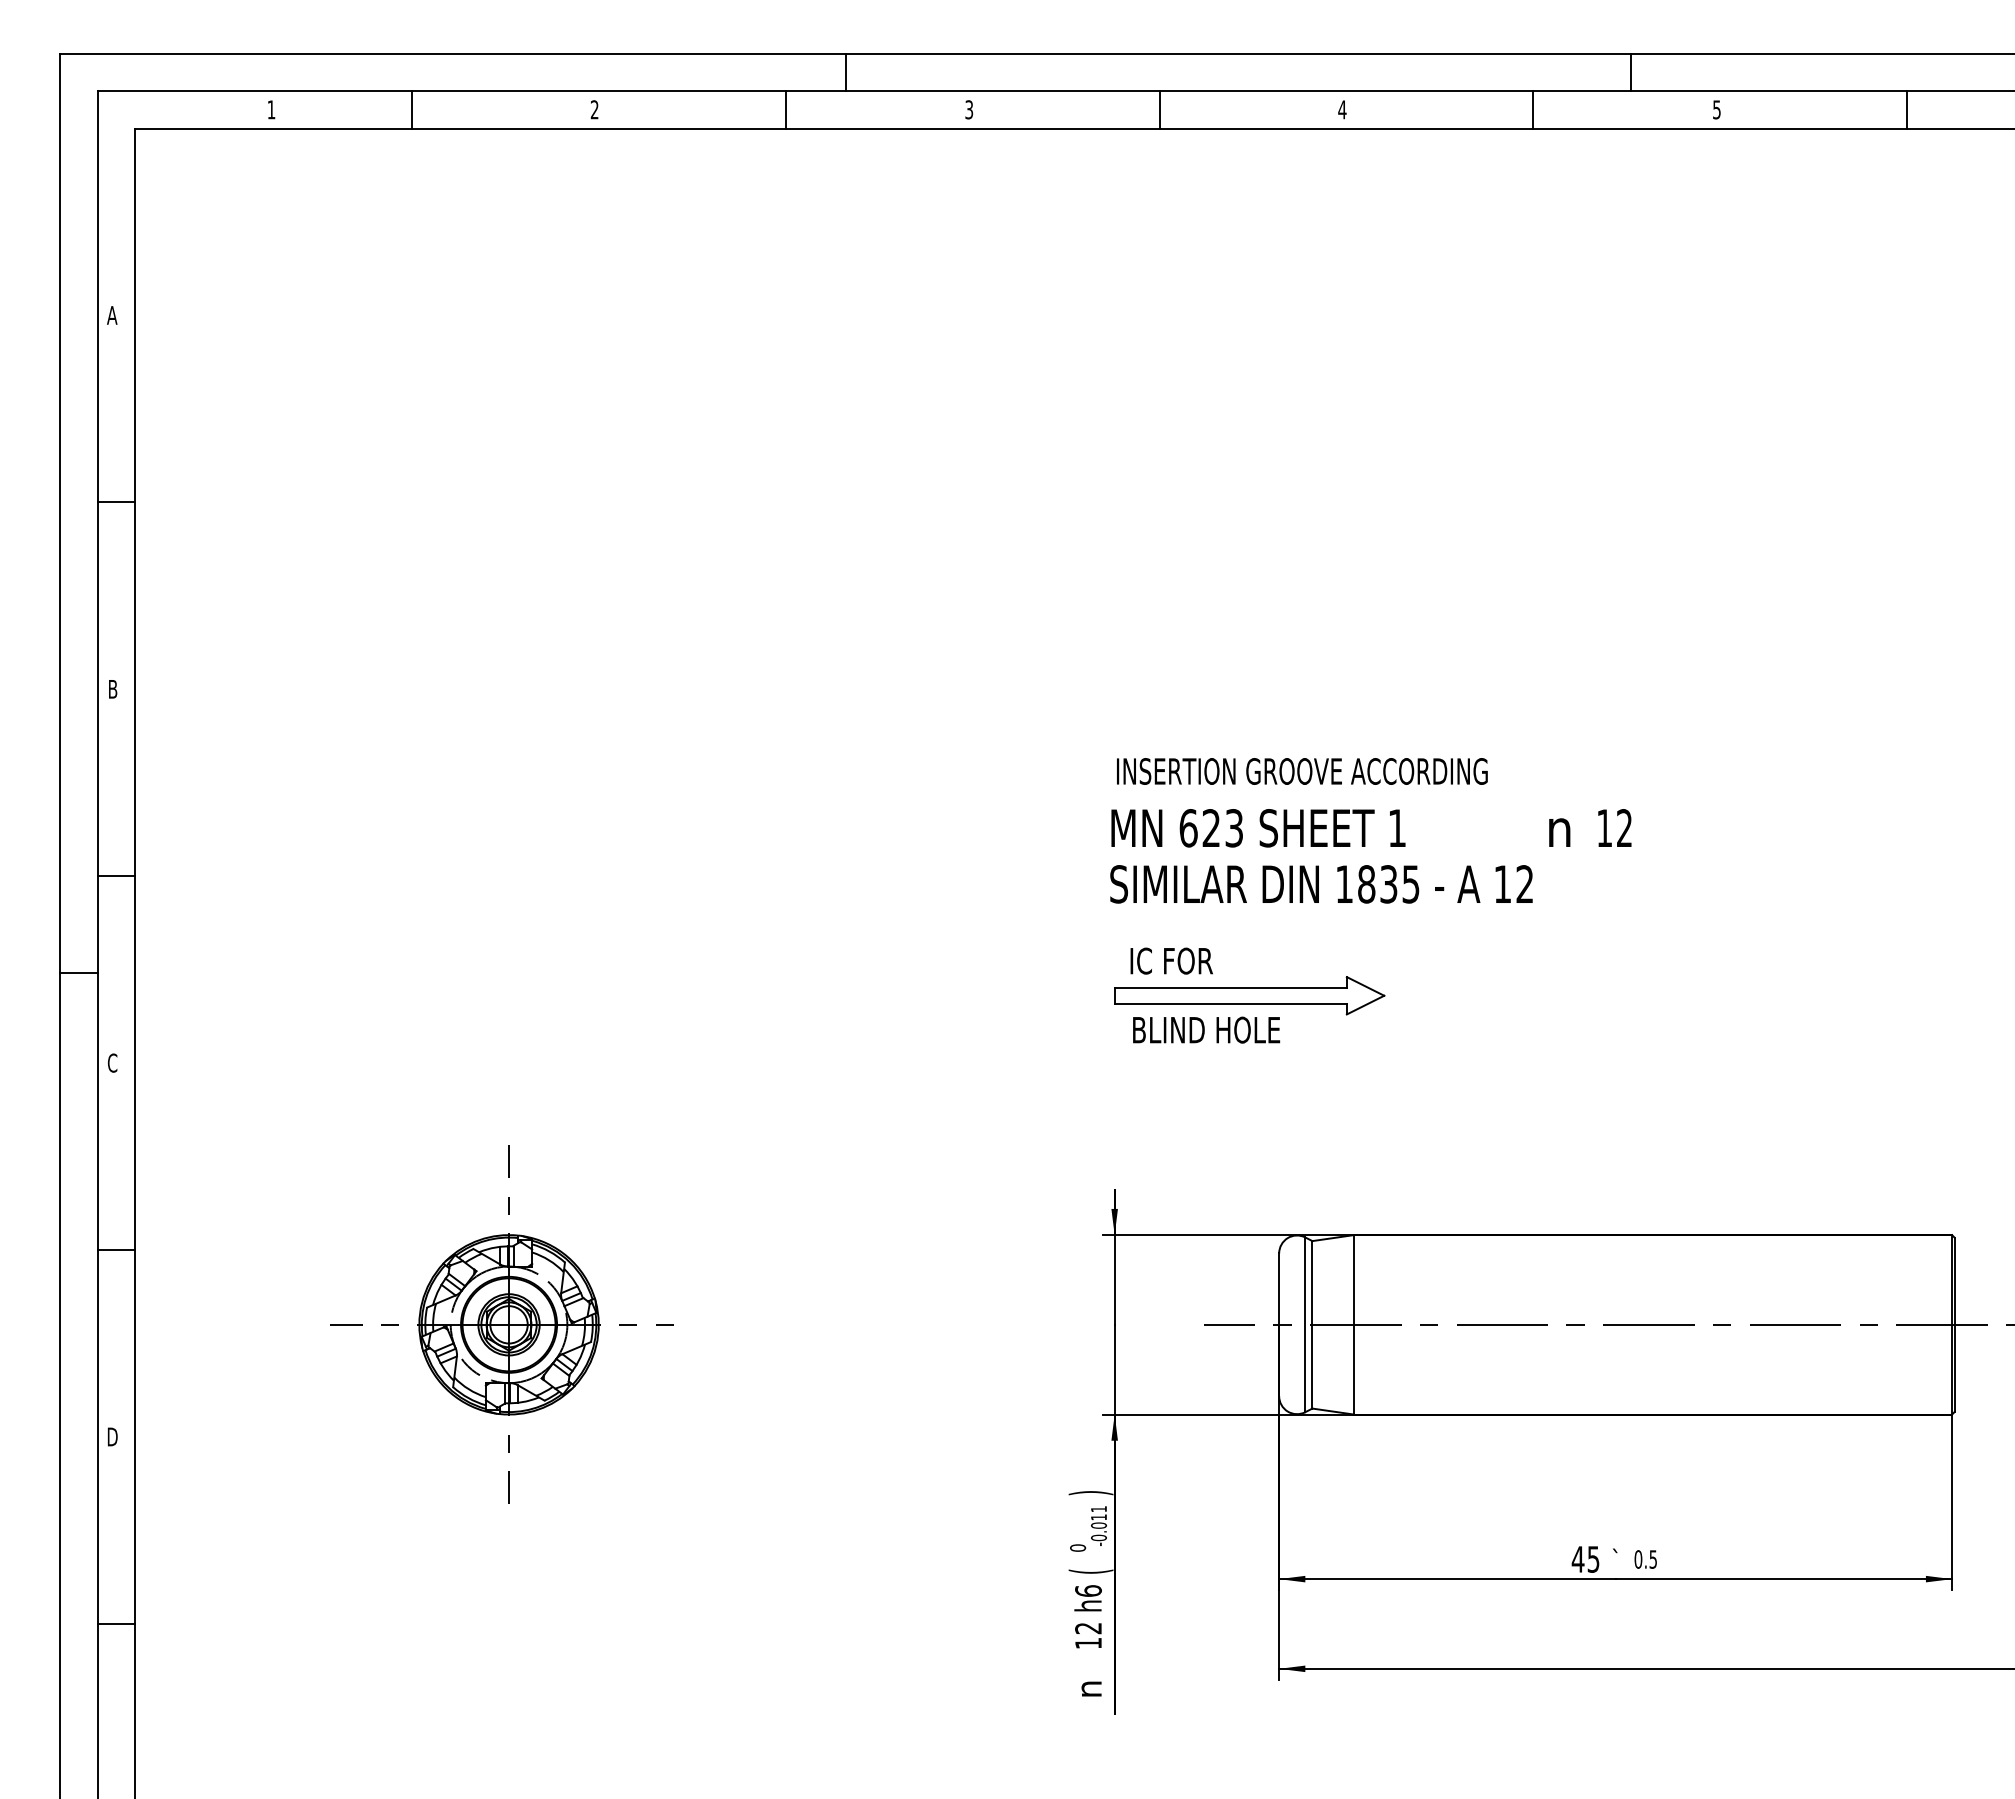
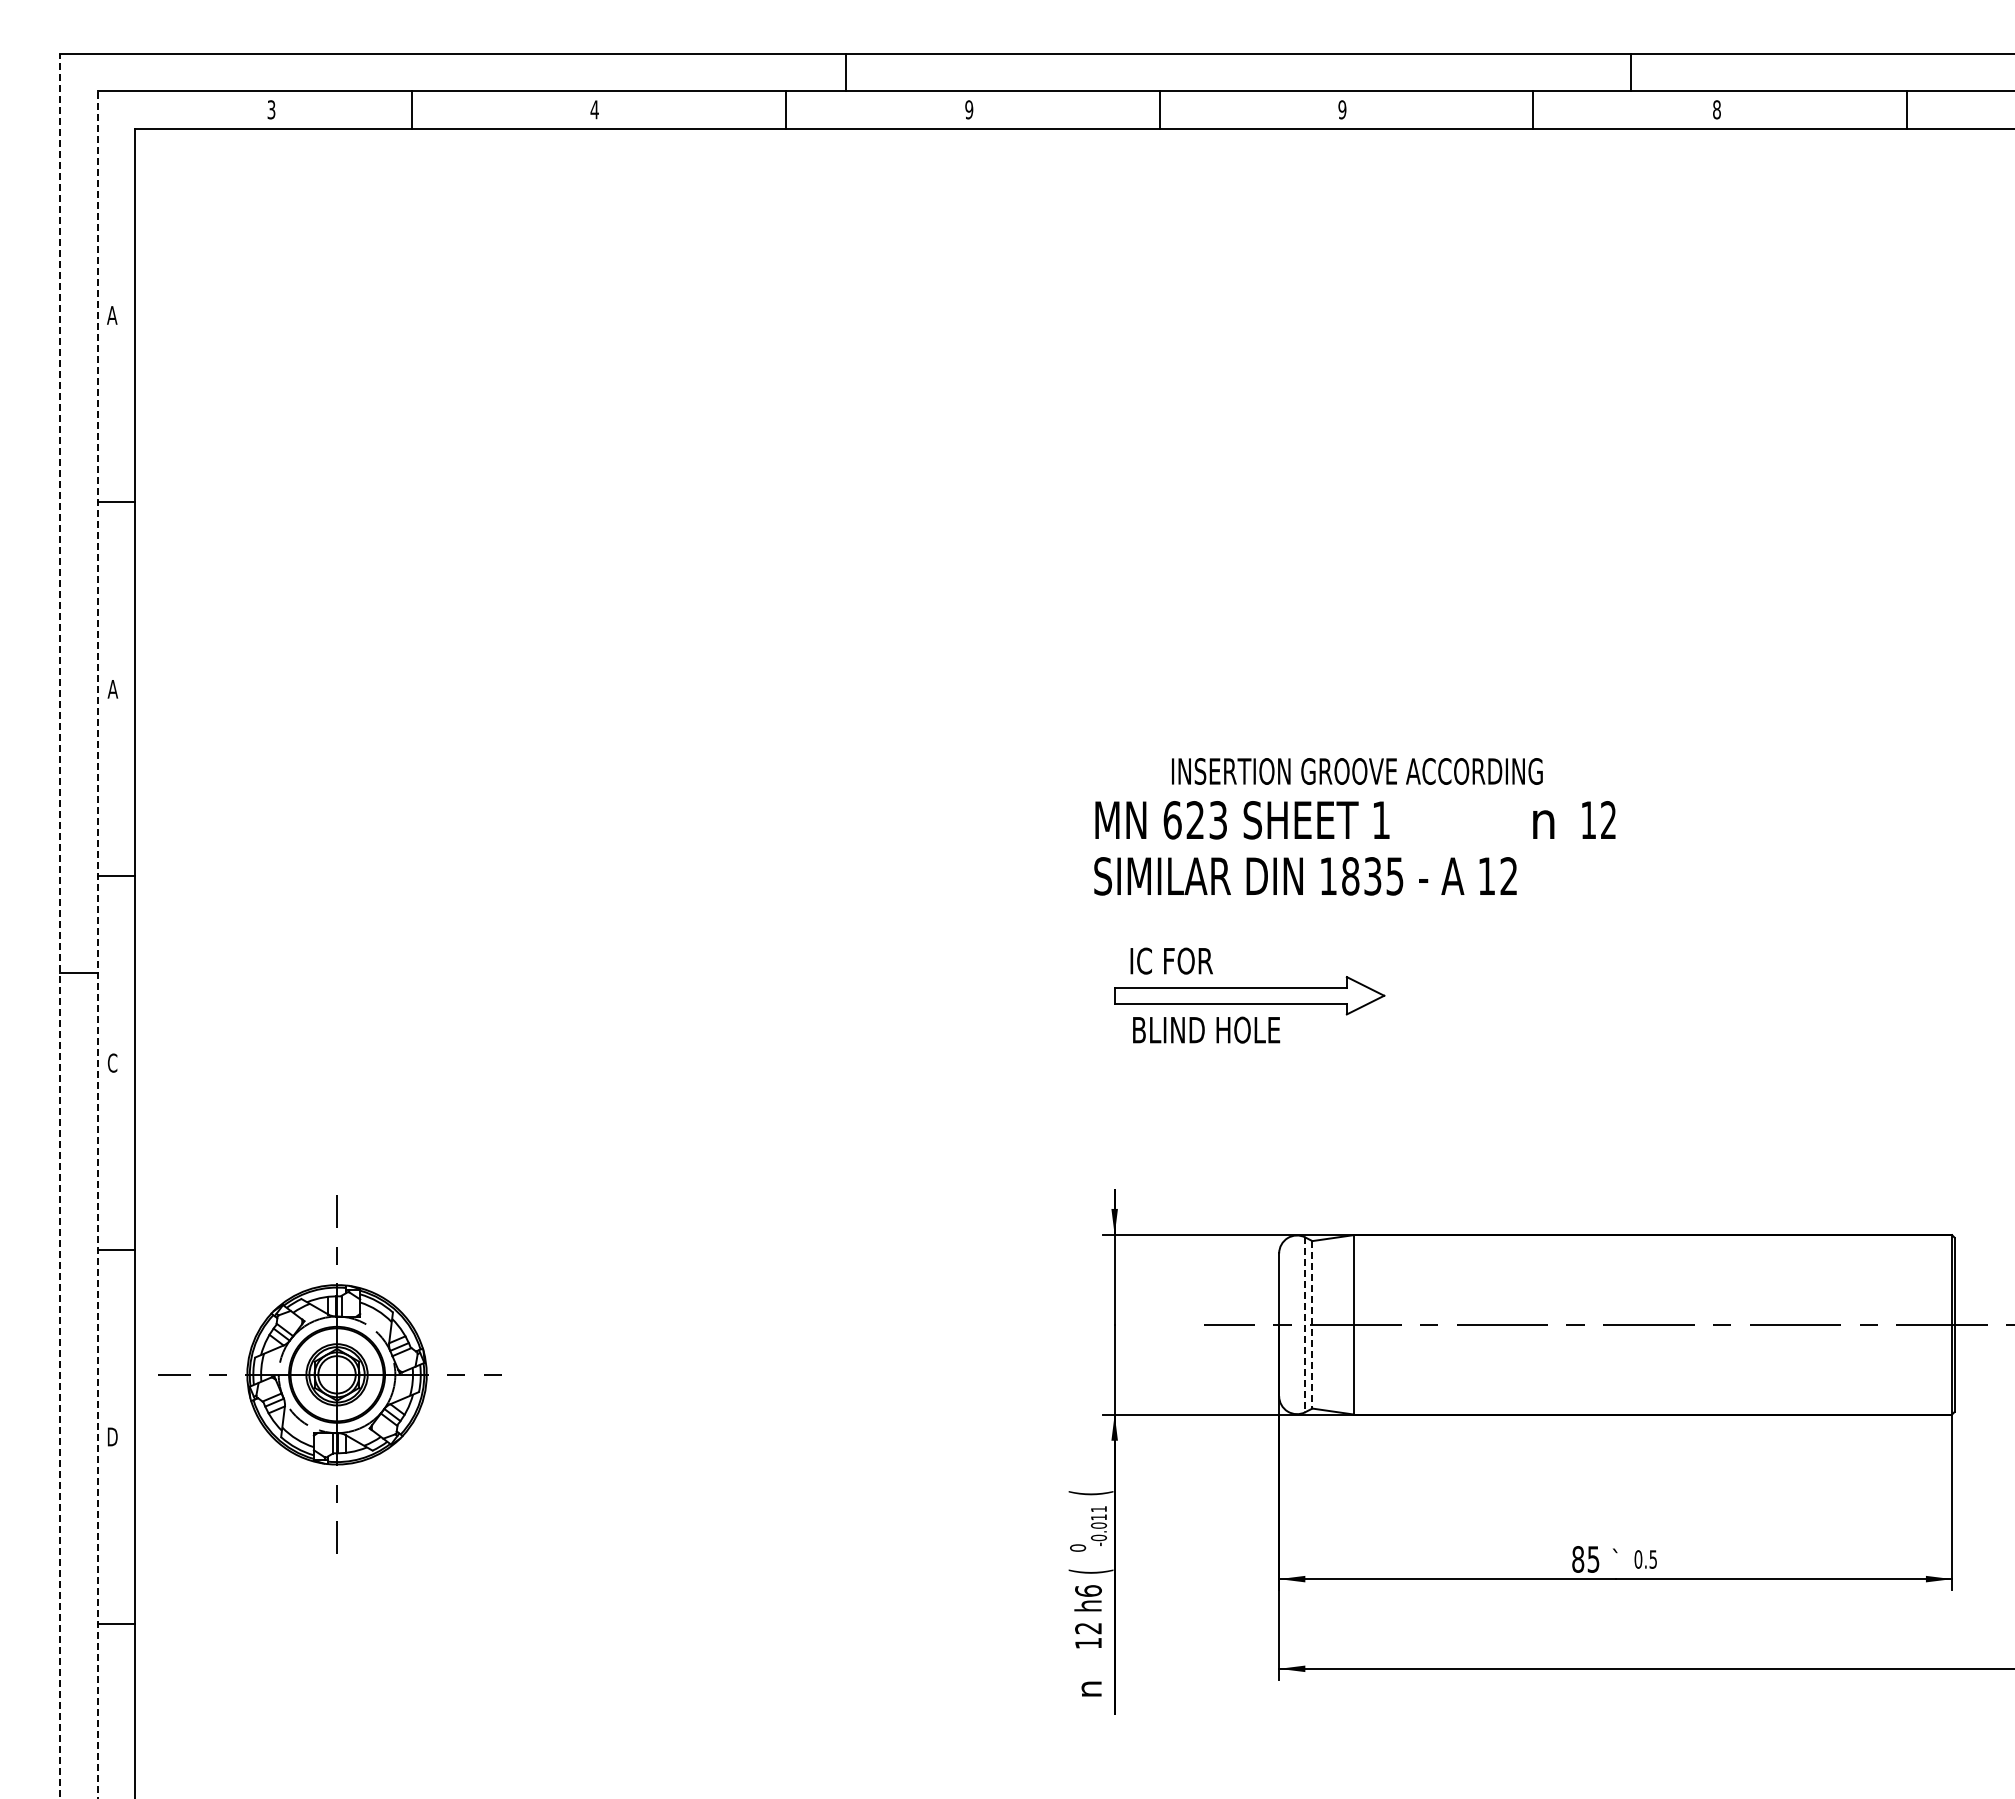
text at (271, 109): 1 -> 3
text at (594, 109): 2 -> 4
text at (969, 109): 3 -> 9
text at (1342, 109): 4 -> 9
text at (1716, 109): 5 -> 8
text at (112, 689): B -> A
text at (1302, 771) position: (1302, 771) -> (1357, 771)
text at (1370, 856) position: (1370, 856) -> (1354, 848)
line at (60, 925): solid -> dashed
line at (97, 945): solid -> dashed
part at (501, 1324) position: (501, 1324) -> (329, 1374)
line at (1312, 1324): solid -> dashed
line at (1305, 1325): solid -> dashed
text at (1090, 1493): ) -> (
text at (1577, 1559): 45 -> 85
